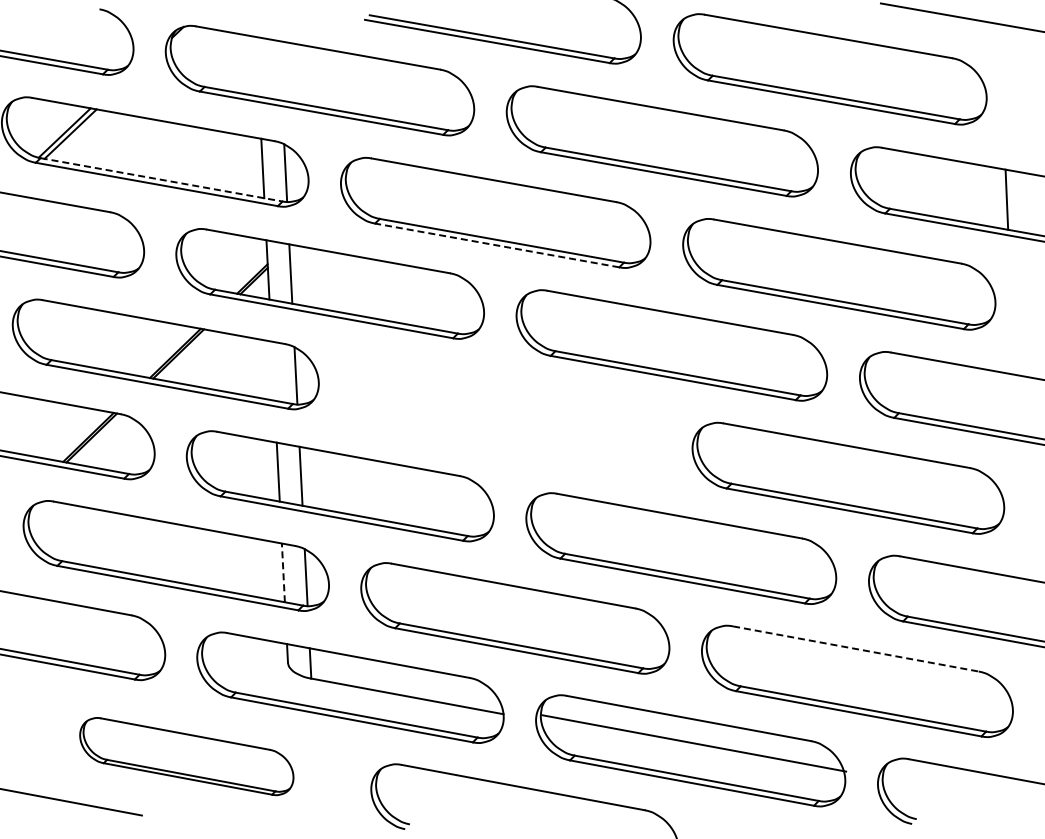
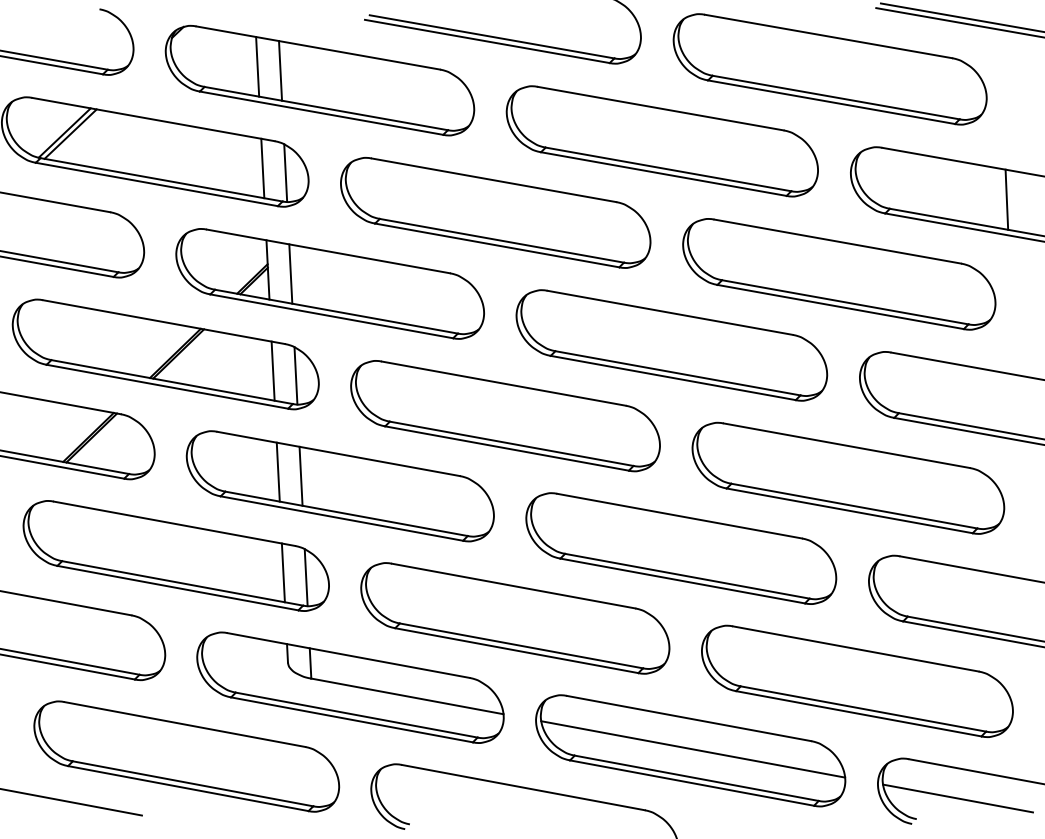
line at (958, 22): none -> present
line at (257, 66): none -> present
line at (280, 70): none -> present
line at (161, 179): dashed -> solid
line at (496, 245): dashed -> solid
line at (272, 370): none -> present
part at (505, 416): none -> present
line at (283, 572): dashed -> solid
line at (855, 648): dashed -> solid
line at (694, 743) position: (694, 743) -> (693, 749)
part at (186, 756) size: 216x80 px -> 308x113 px
line at (958, 798): none -> present
